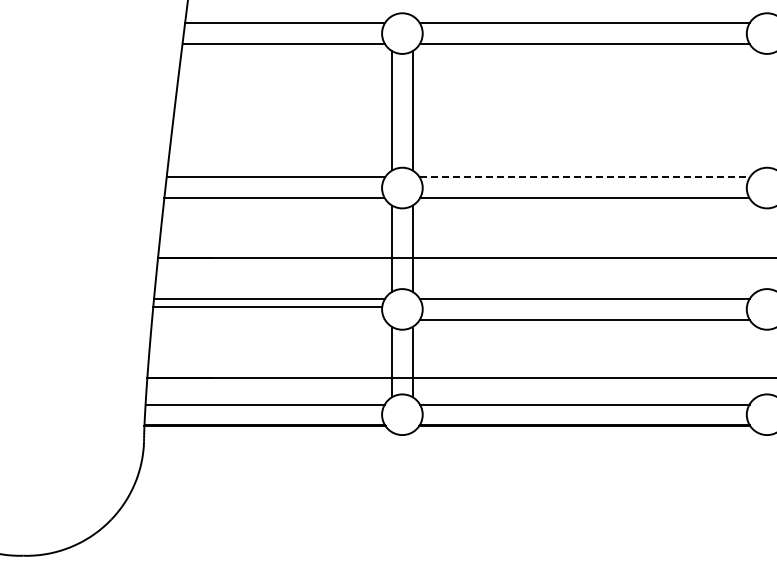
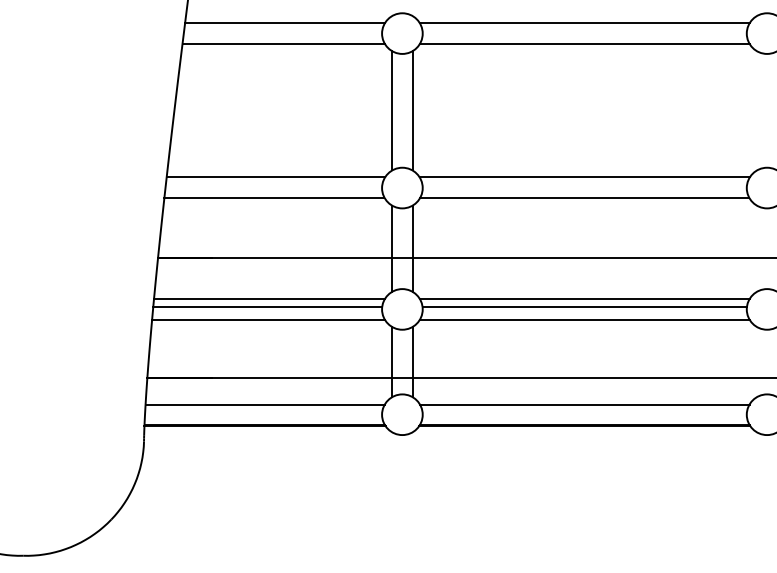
line at (585, 177): dashed -> solid
line at (584, 306): none -> present
line at (268, 319): none -> present
